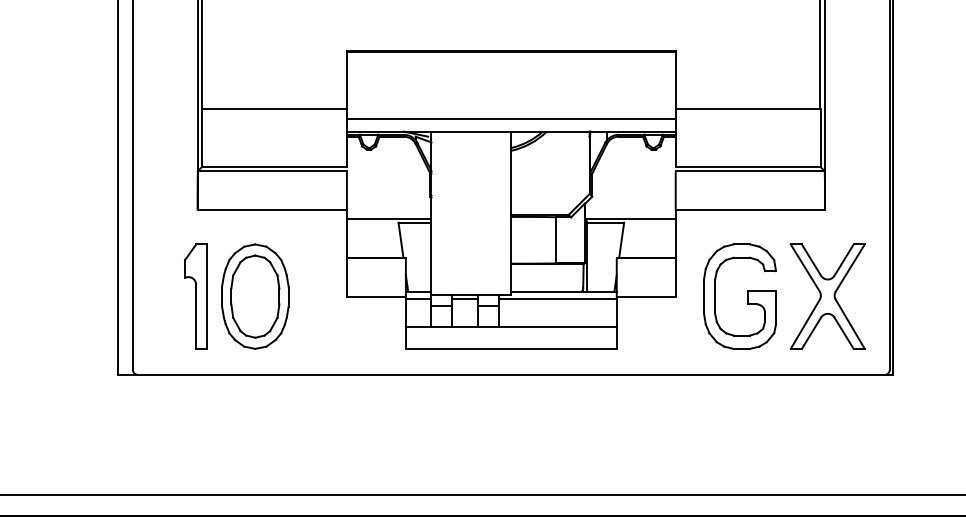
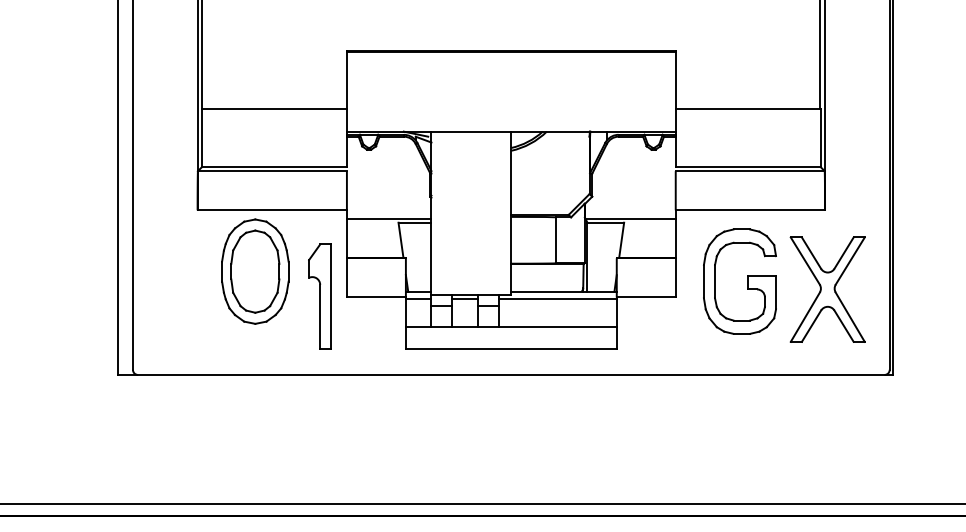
line at (510, 119): present -> none
part at (195, 296) position: (195, 296) -> (319, 296)
part at (255, 296) position: (255, 296) -> (255, 271)
part at (747, 296) position: (747, 296) -> (747, 281)
part at (827, 296) position: (827, 296) -> (827, 289)
line at (482, 494) position: (482, 494) -> (482, 503)
